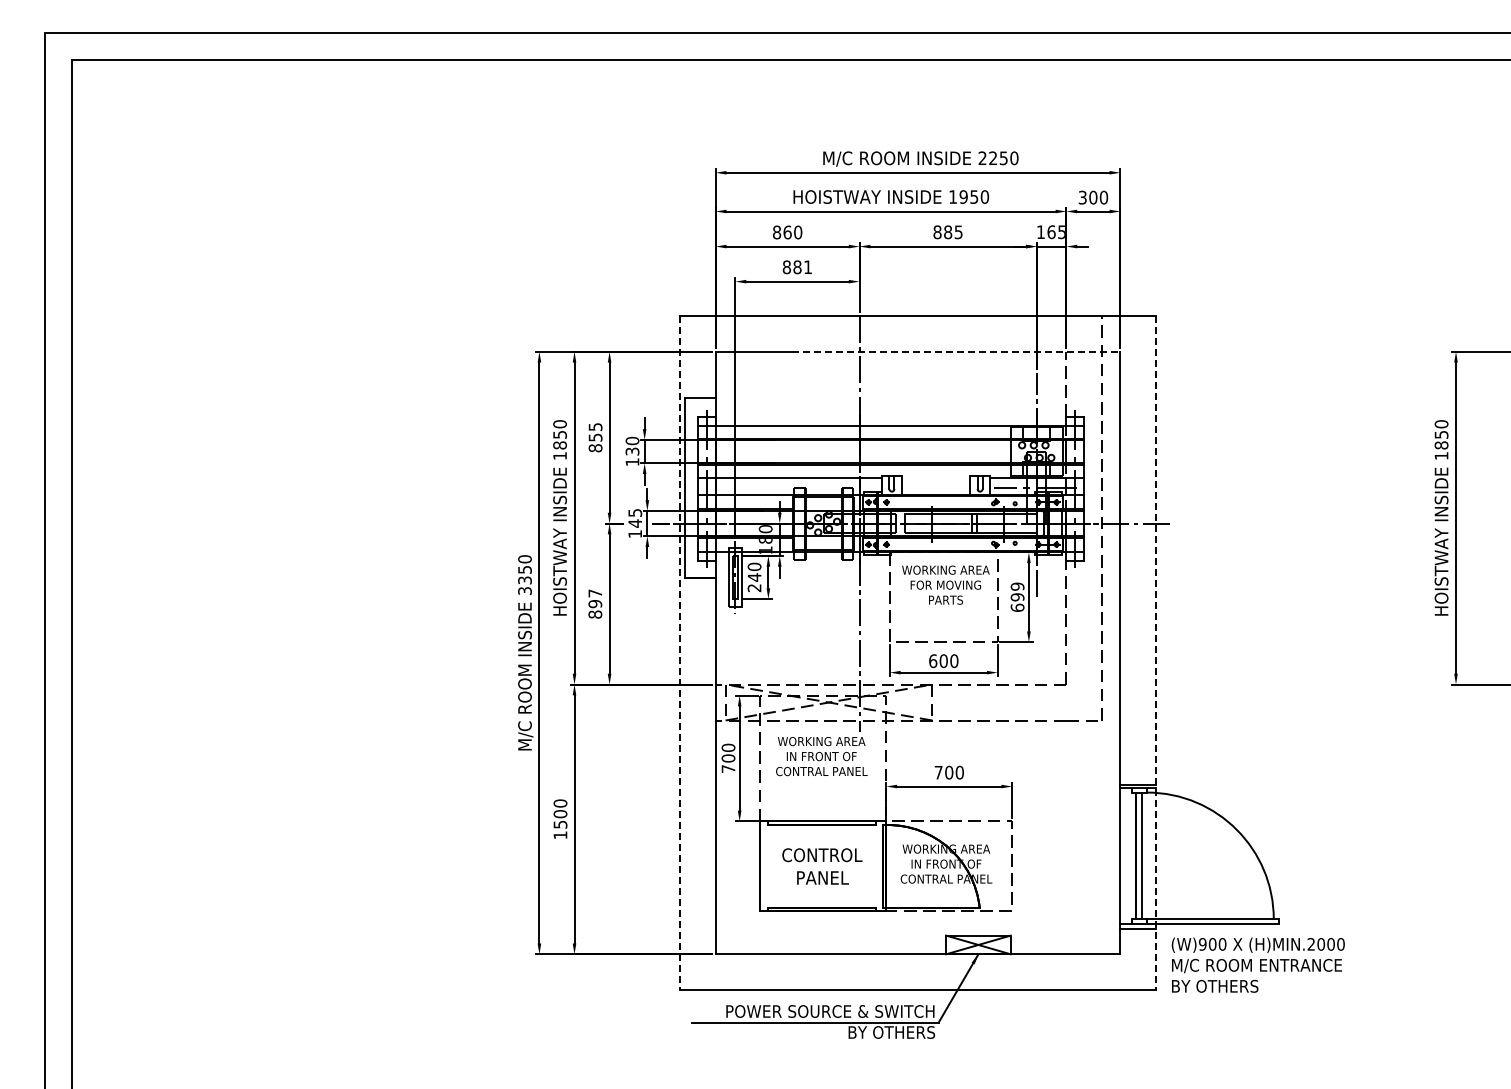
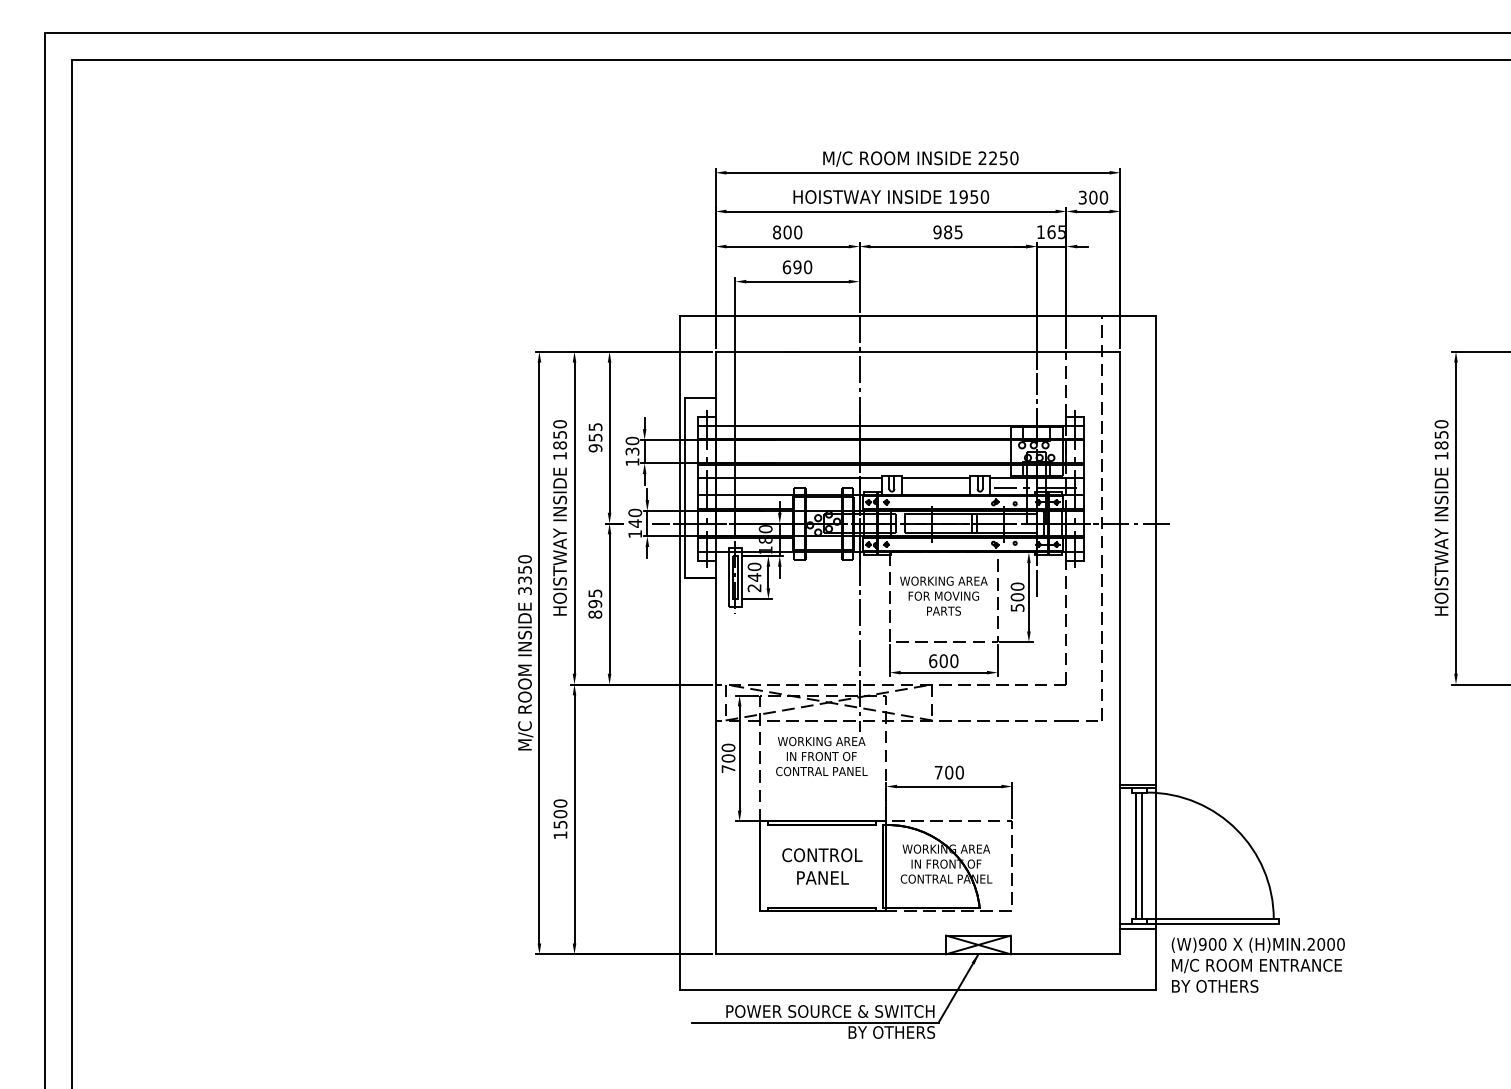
text at (787, 231): 860 -> 800
text at (937, 232): 885 -> 985
text at (797, 267): 881 -> 690
line at (956, 351): dashed -> solid
text at (595, 448): 855 -> 955
line at (935, 477): none -> present
text at (635, 512): 145 -> 140
text at (945, 584) position: (945, 584) -> (943, 595)
text at (595, 593): 897 -> 895
text at (1017, 596): 699 -> 500
line at (679, 653): dashed -> solid
line at (1156, 653): dashed -> solid
